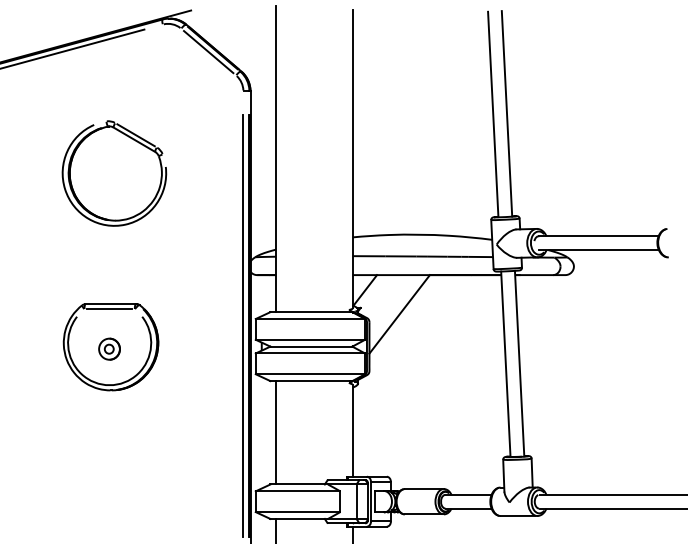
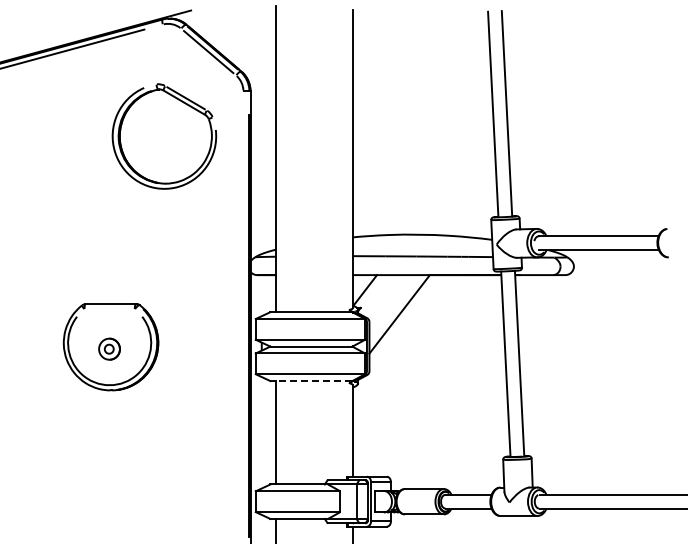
part at (114, 173) position: (114, 173) -> (164, 136)
line at (109, 309): present -> none
line at (243, 325): present -> none
line at (311, 381): solid -> dashed
